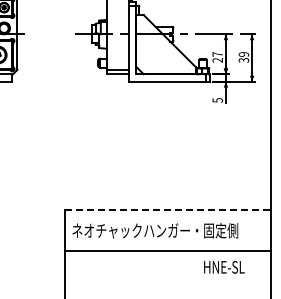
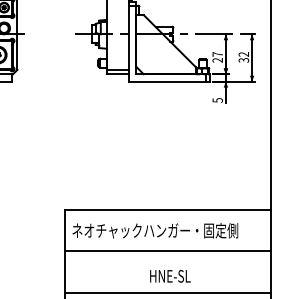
text at (244, 54): 39 -> 32
line at (168, 209): dashed -> solid
text at (224, 267) position: (224, 267) -> (170, 276)
line at (167, 292): none -> present
